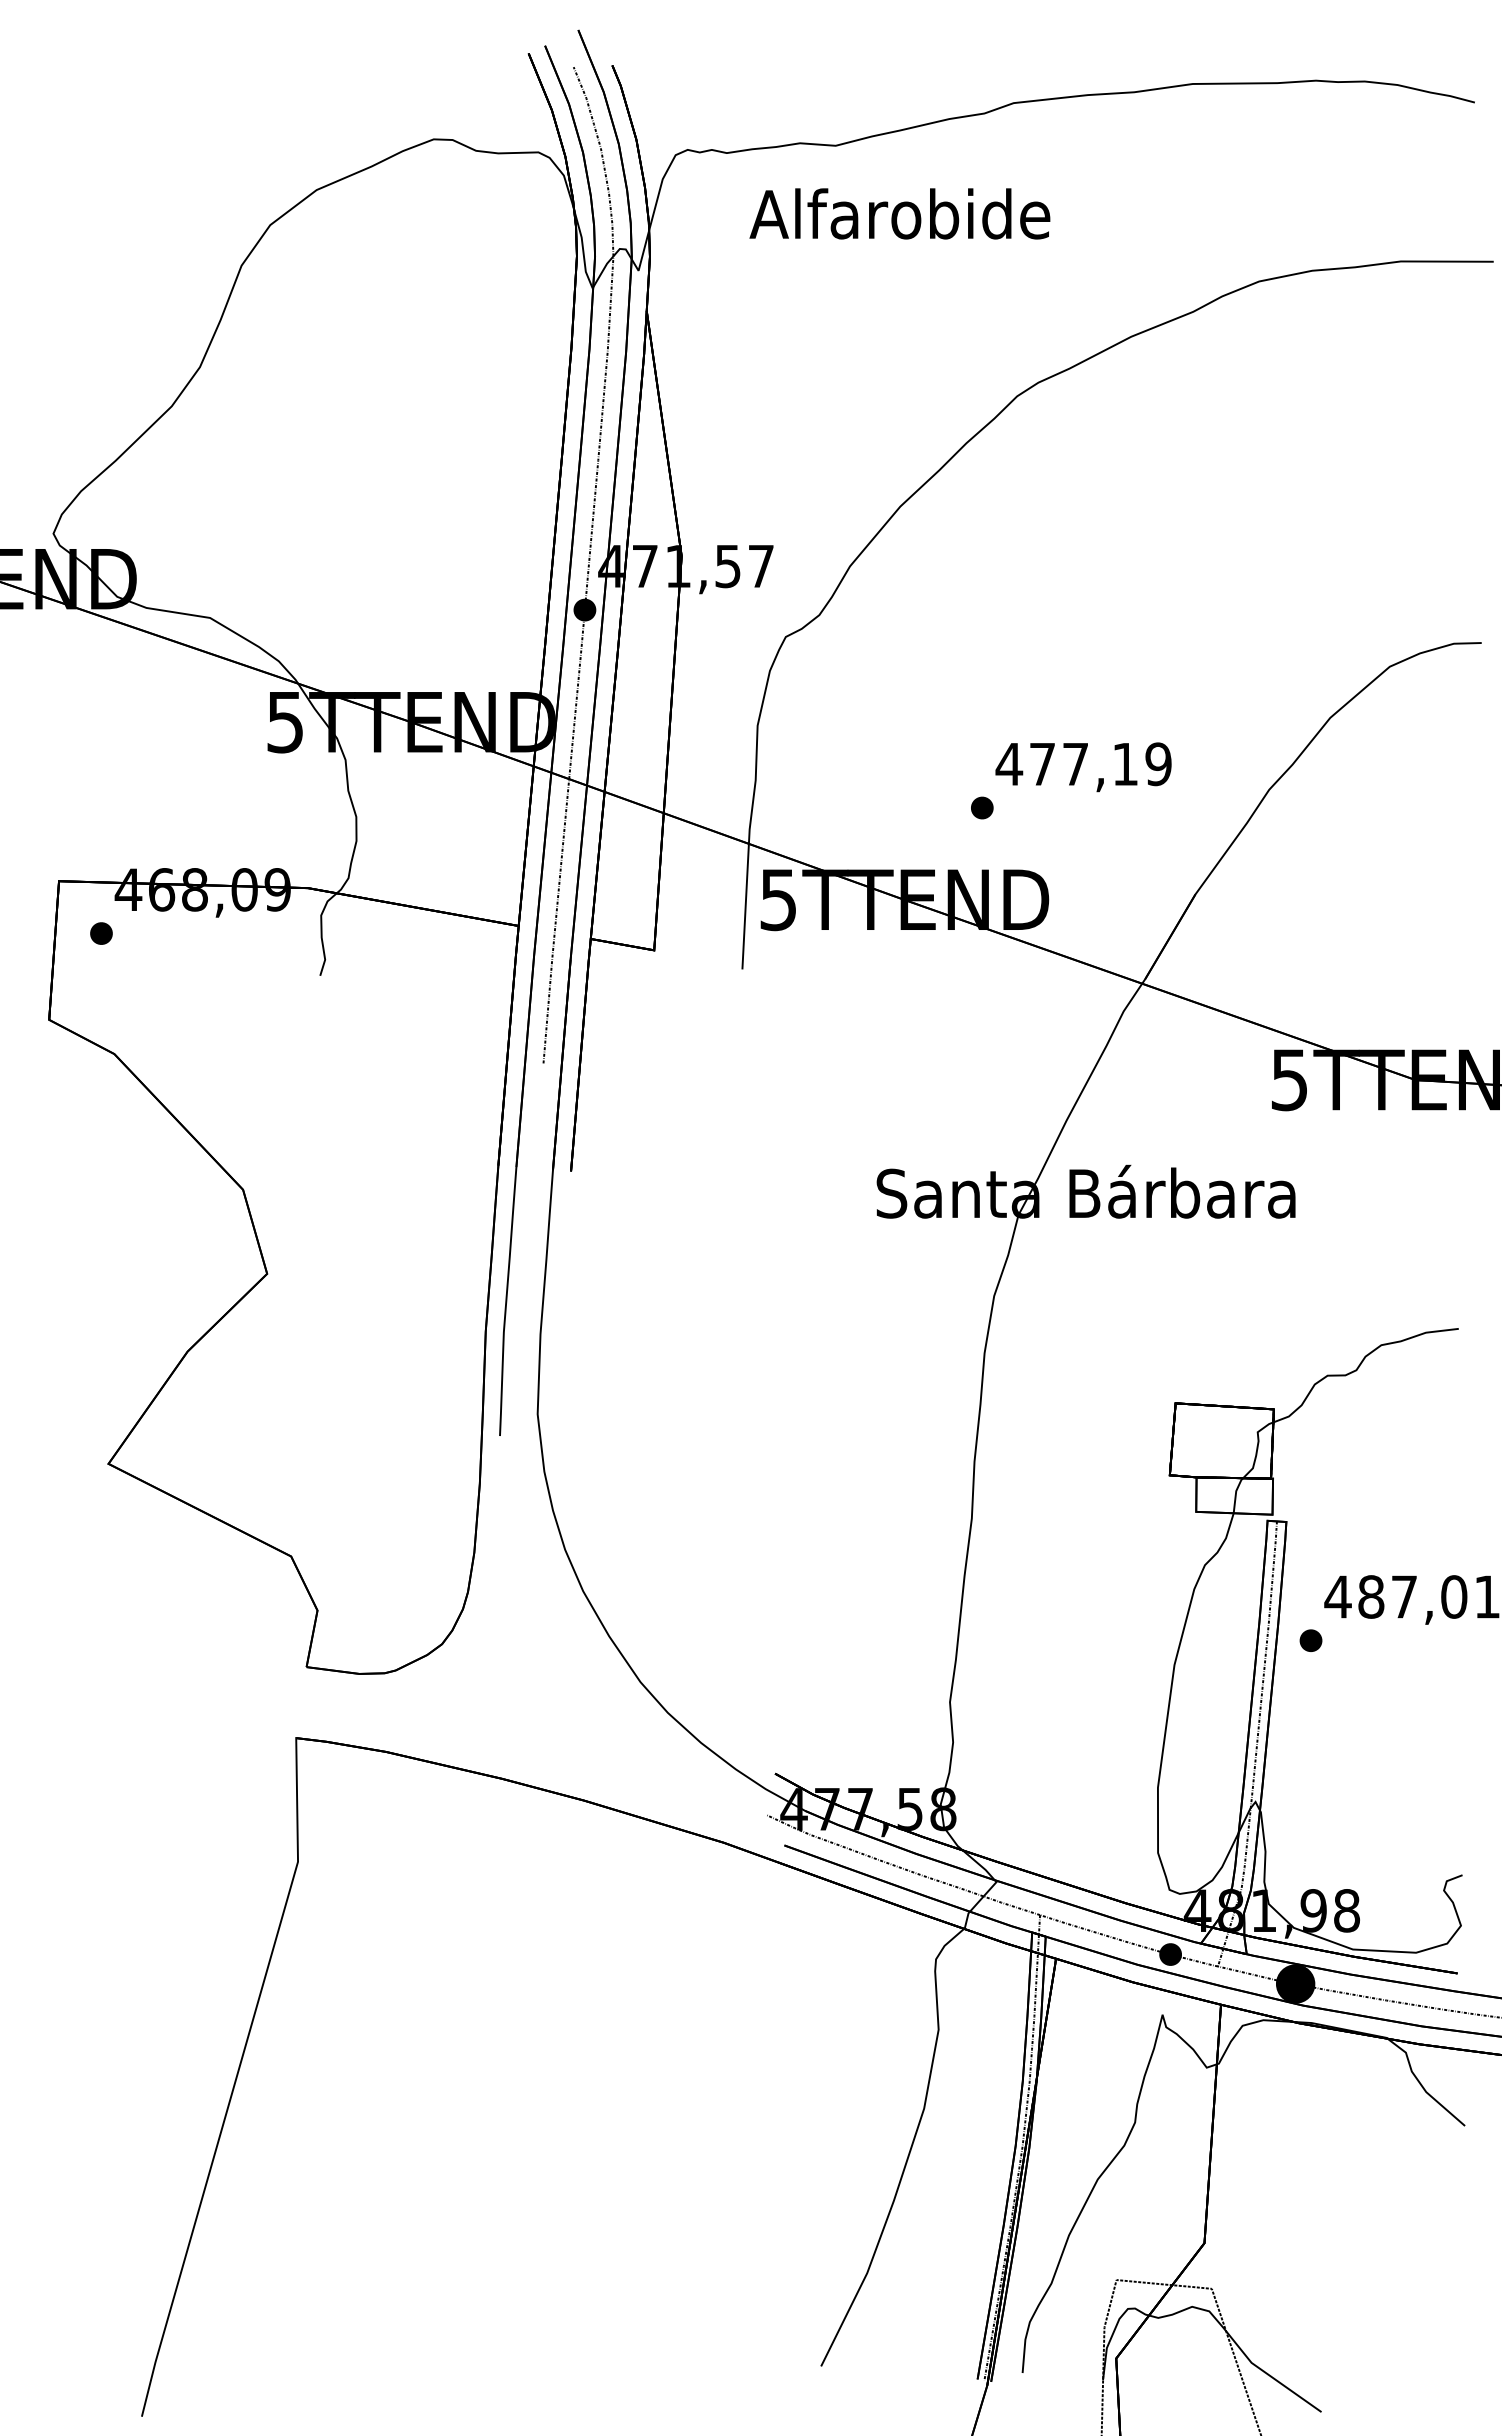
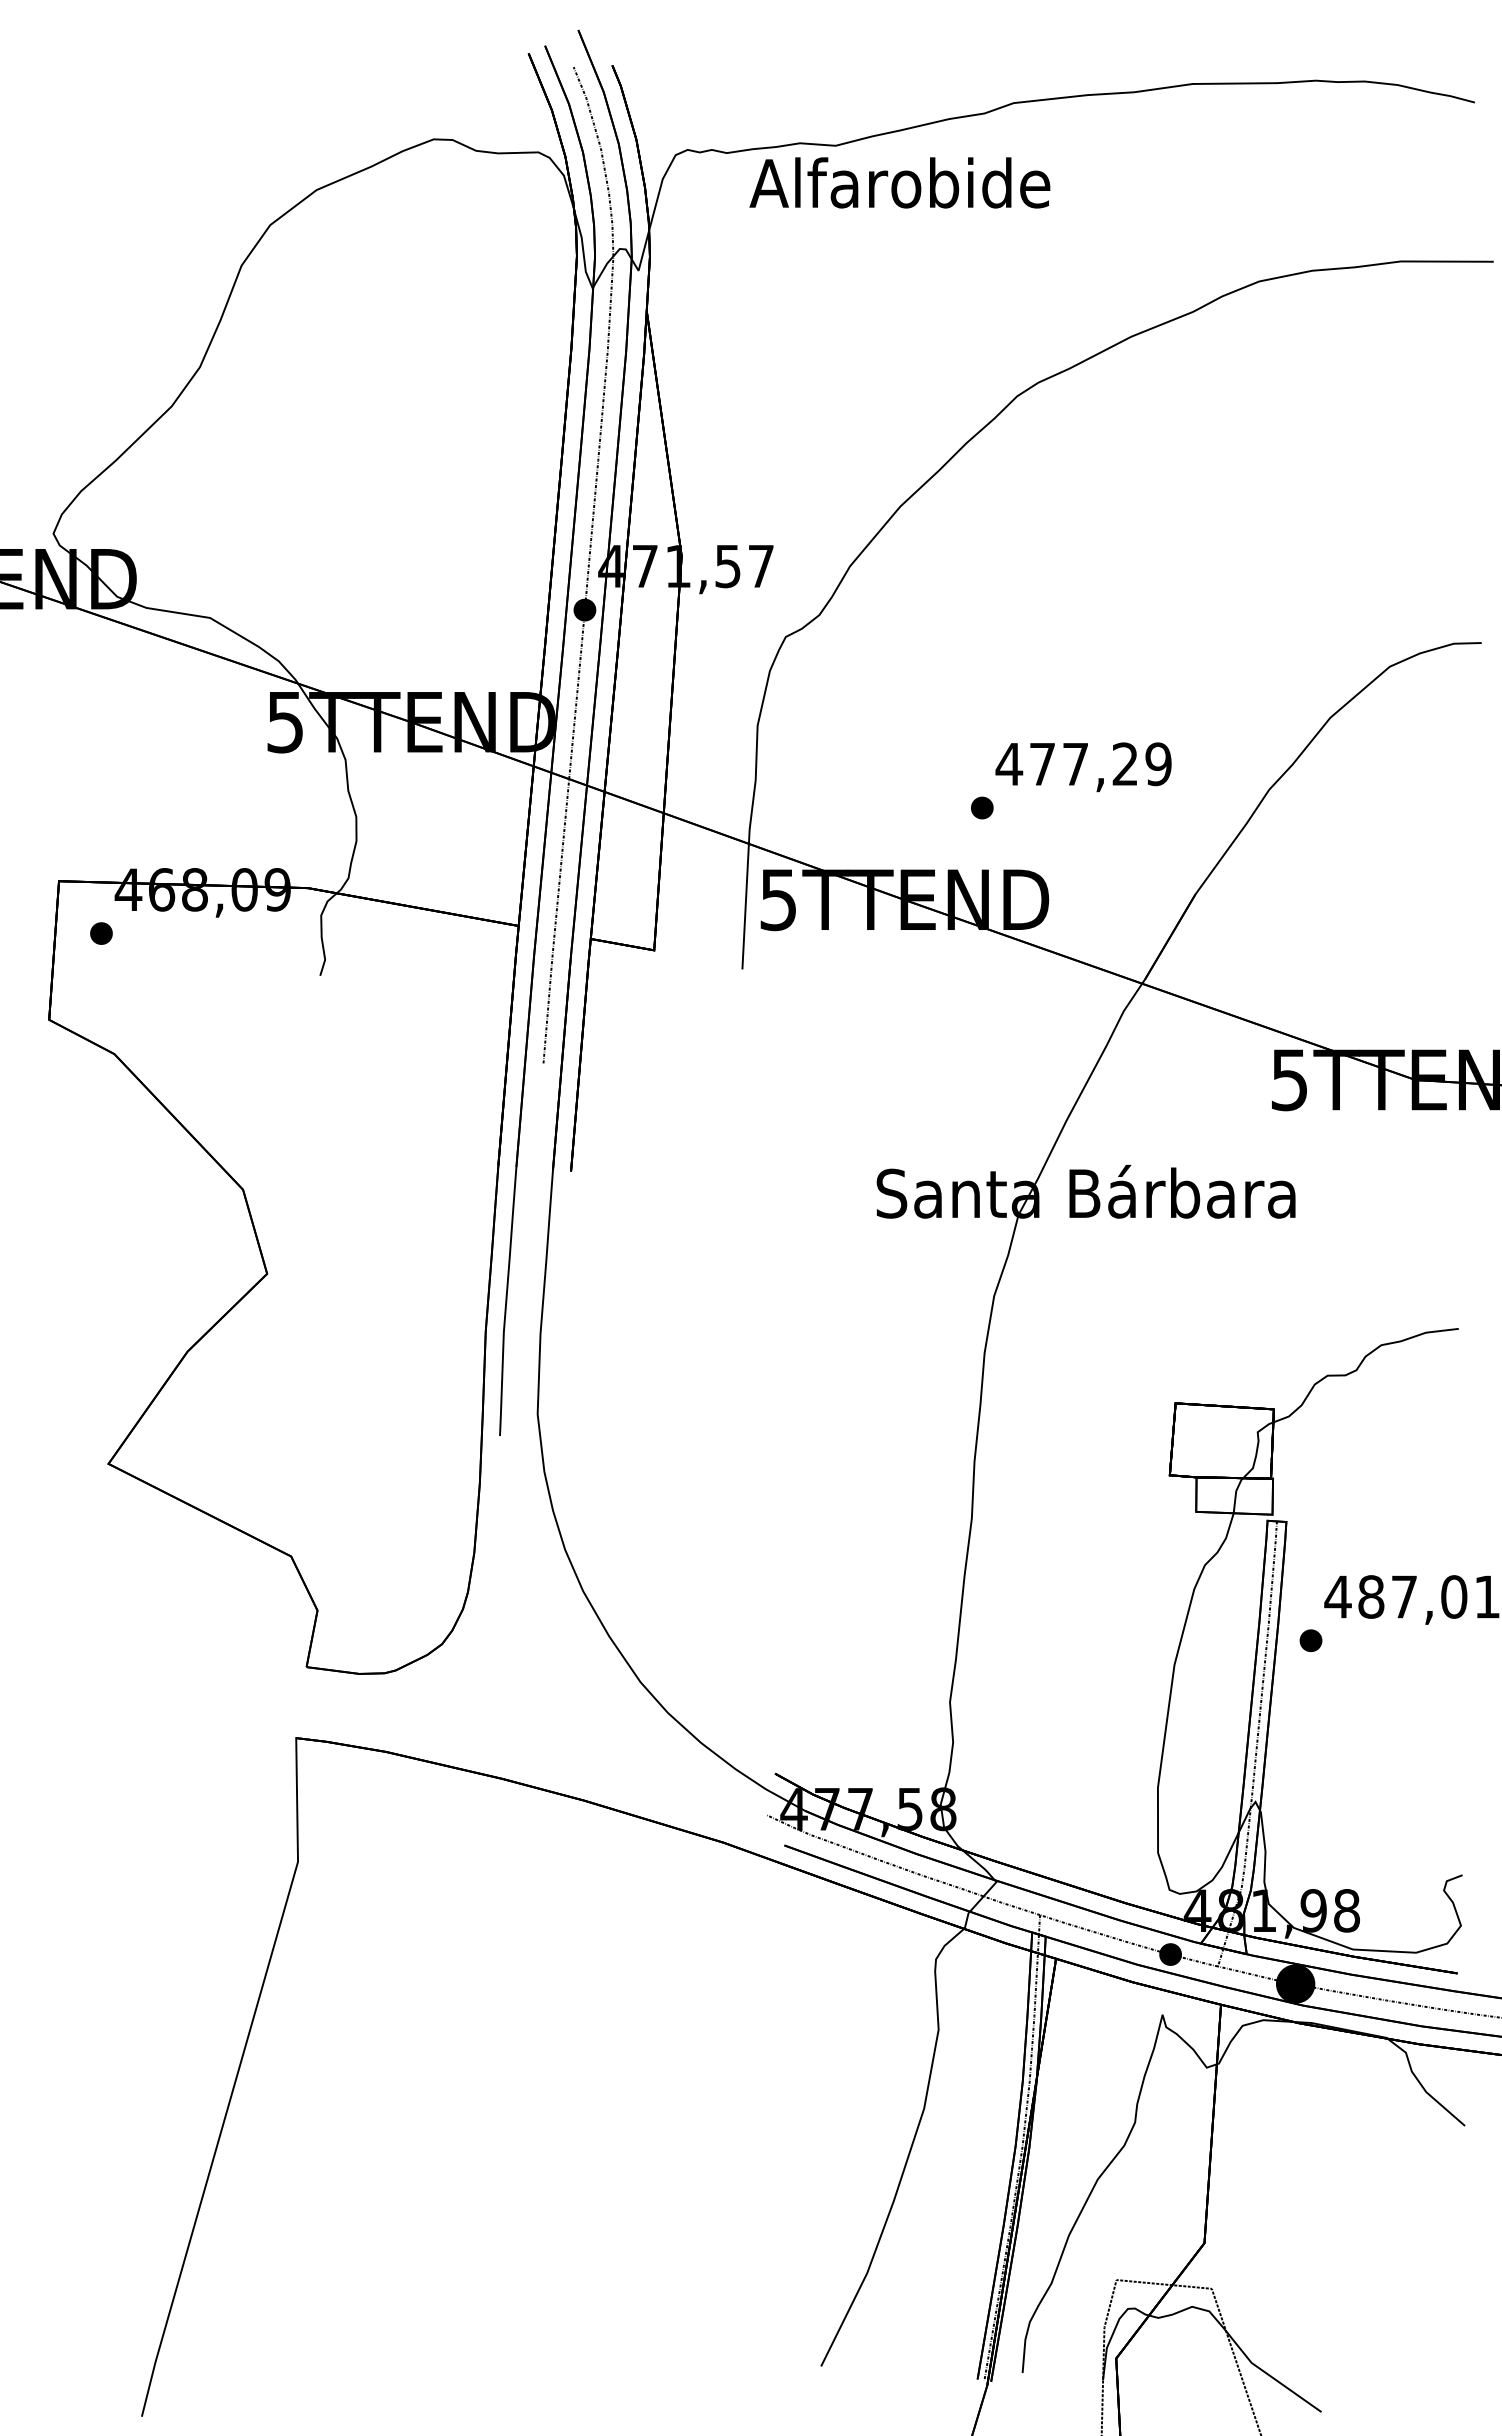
text at (899, 213) position: (899, 213) -> (899, 182)
text at (1124, 763): 477,19 -> 477,29
